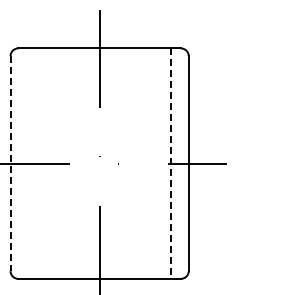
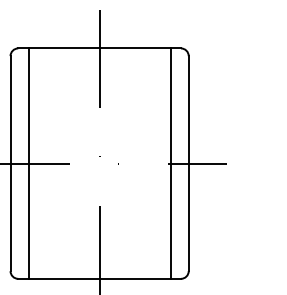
line at (10, 163): dashed -> solid
line at (28, 163): none -> present
line at (170, 164): dashed -> solid
